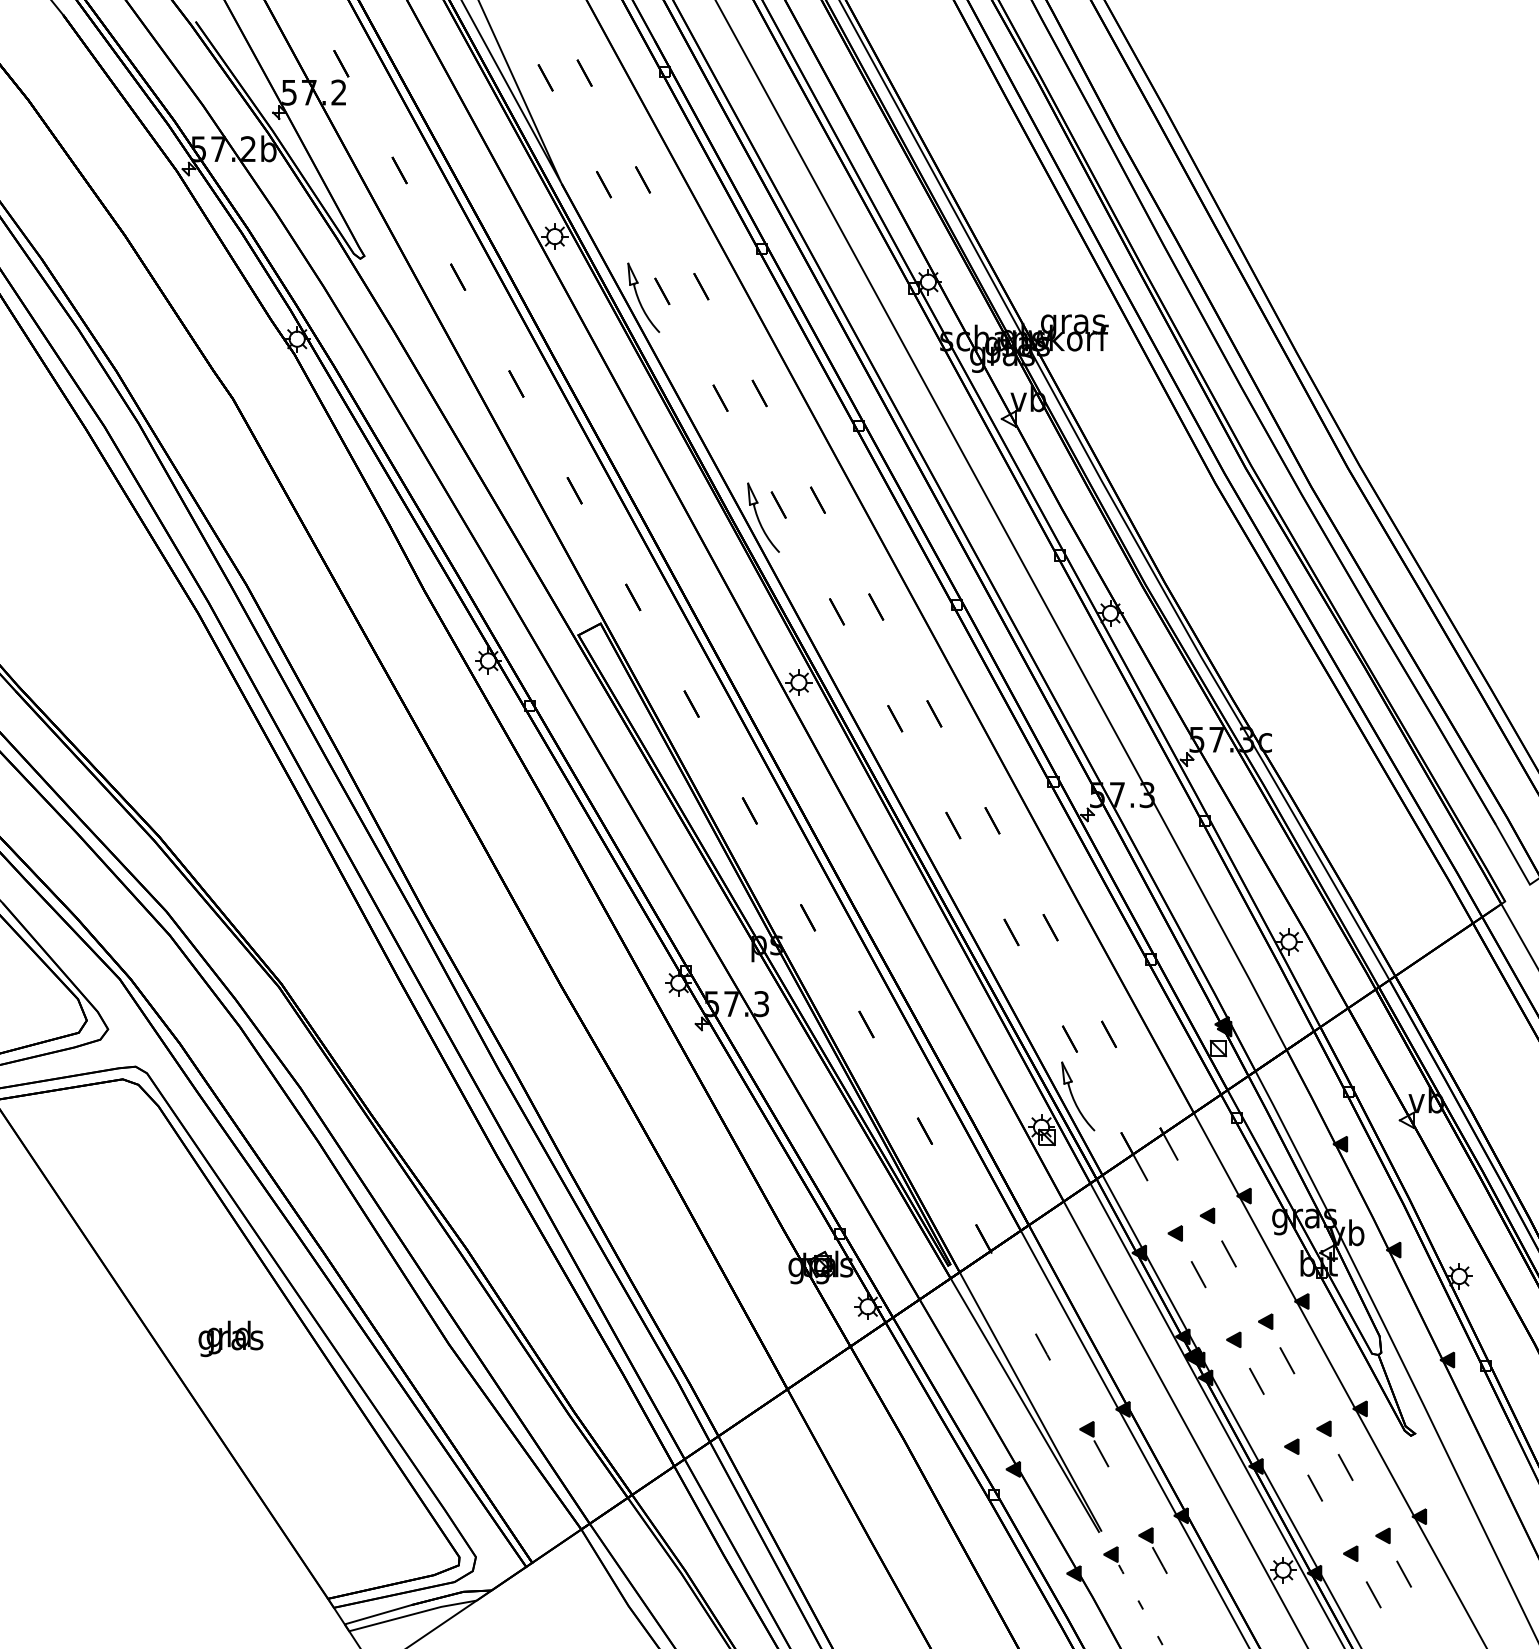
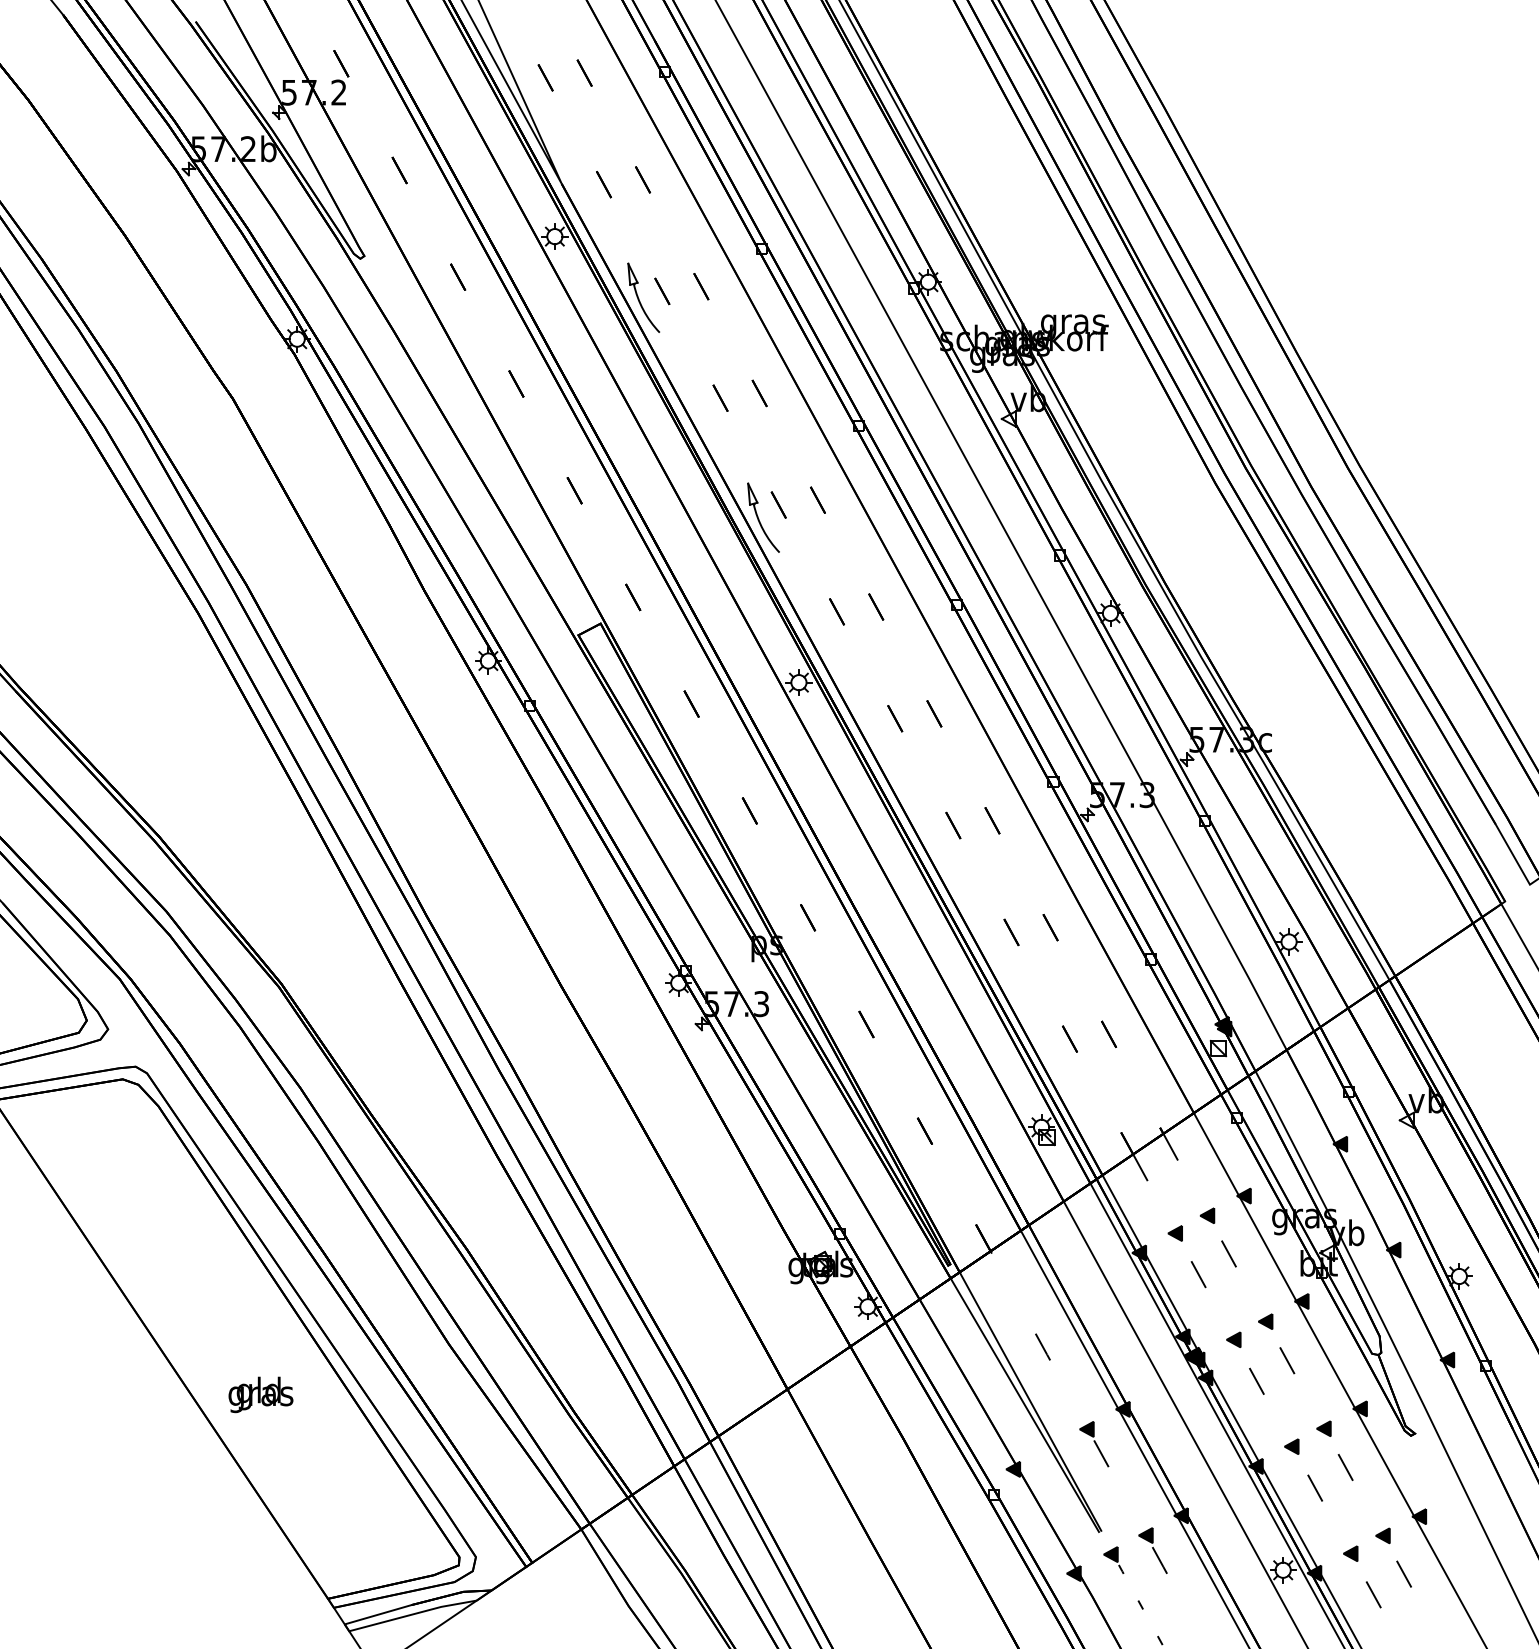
part at (1078, 1096): present -> none
text at (230, 1338) position: (230, 1338) -> (260, 1394)
